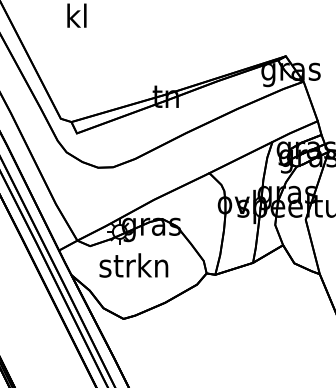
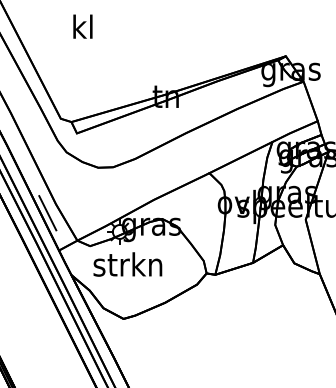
text at (76, 15) position: (76, 15) -> (82, 26)
line at (47, 213): none -> present
text at (133, 265) position: (133, 265) -> (127, 264)
